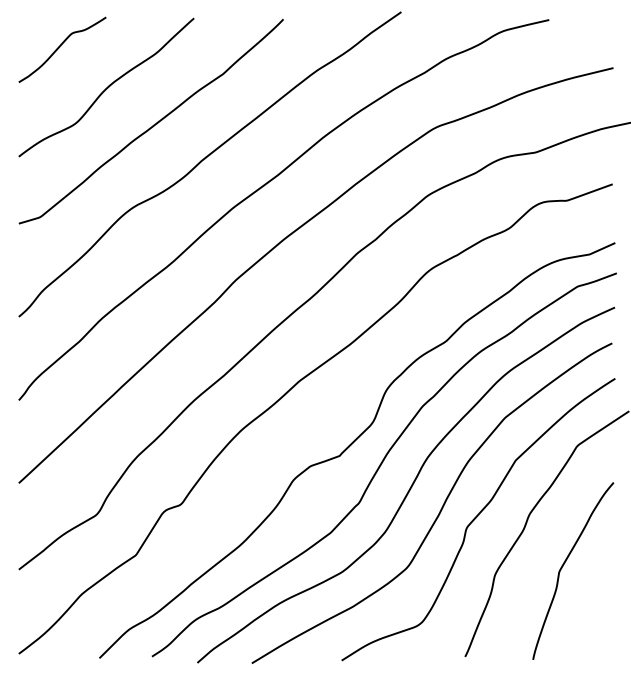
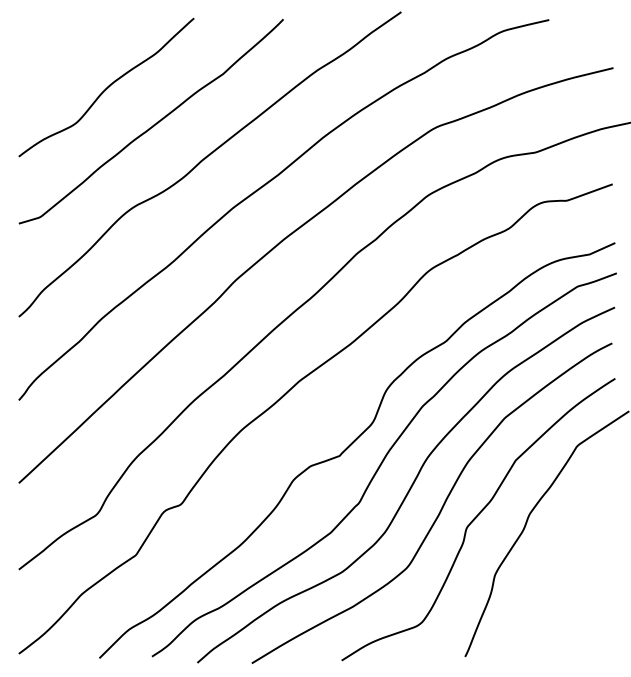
curve at (60, 47): present -> none
curve at (565, 563): present -> none
